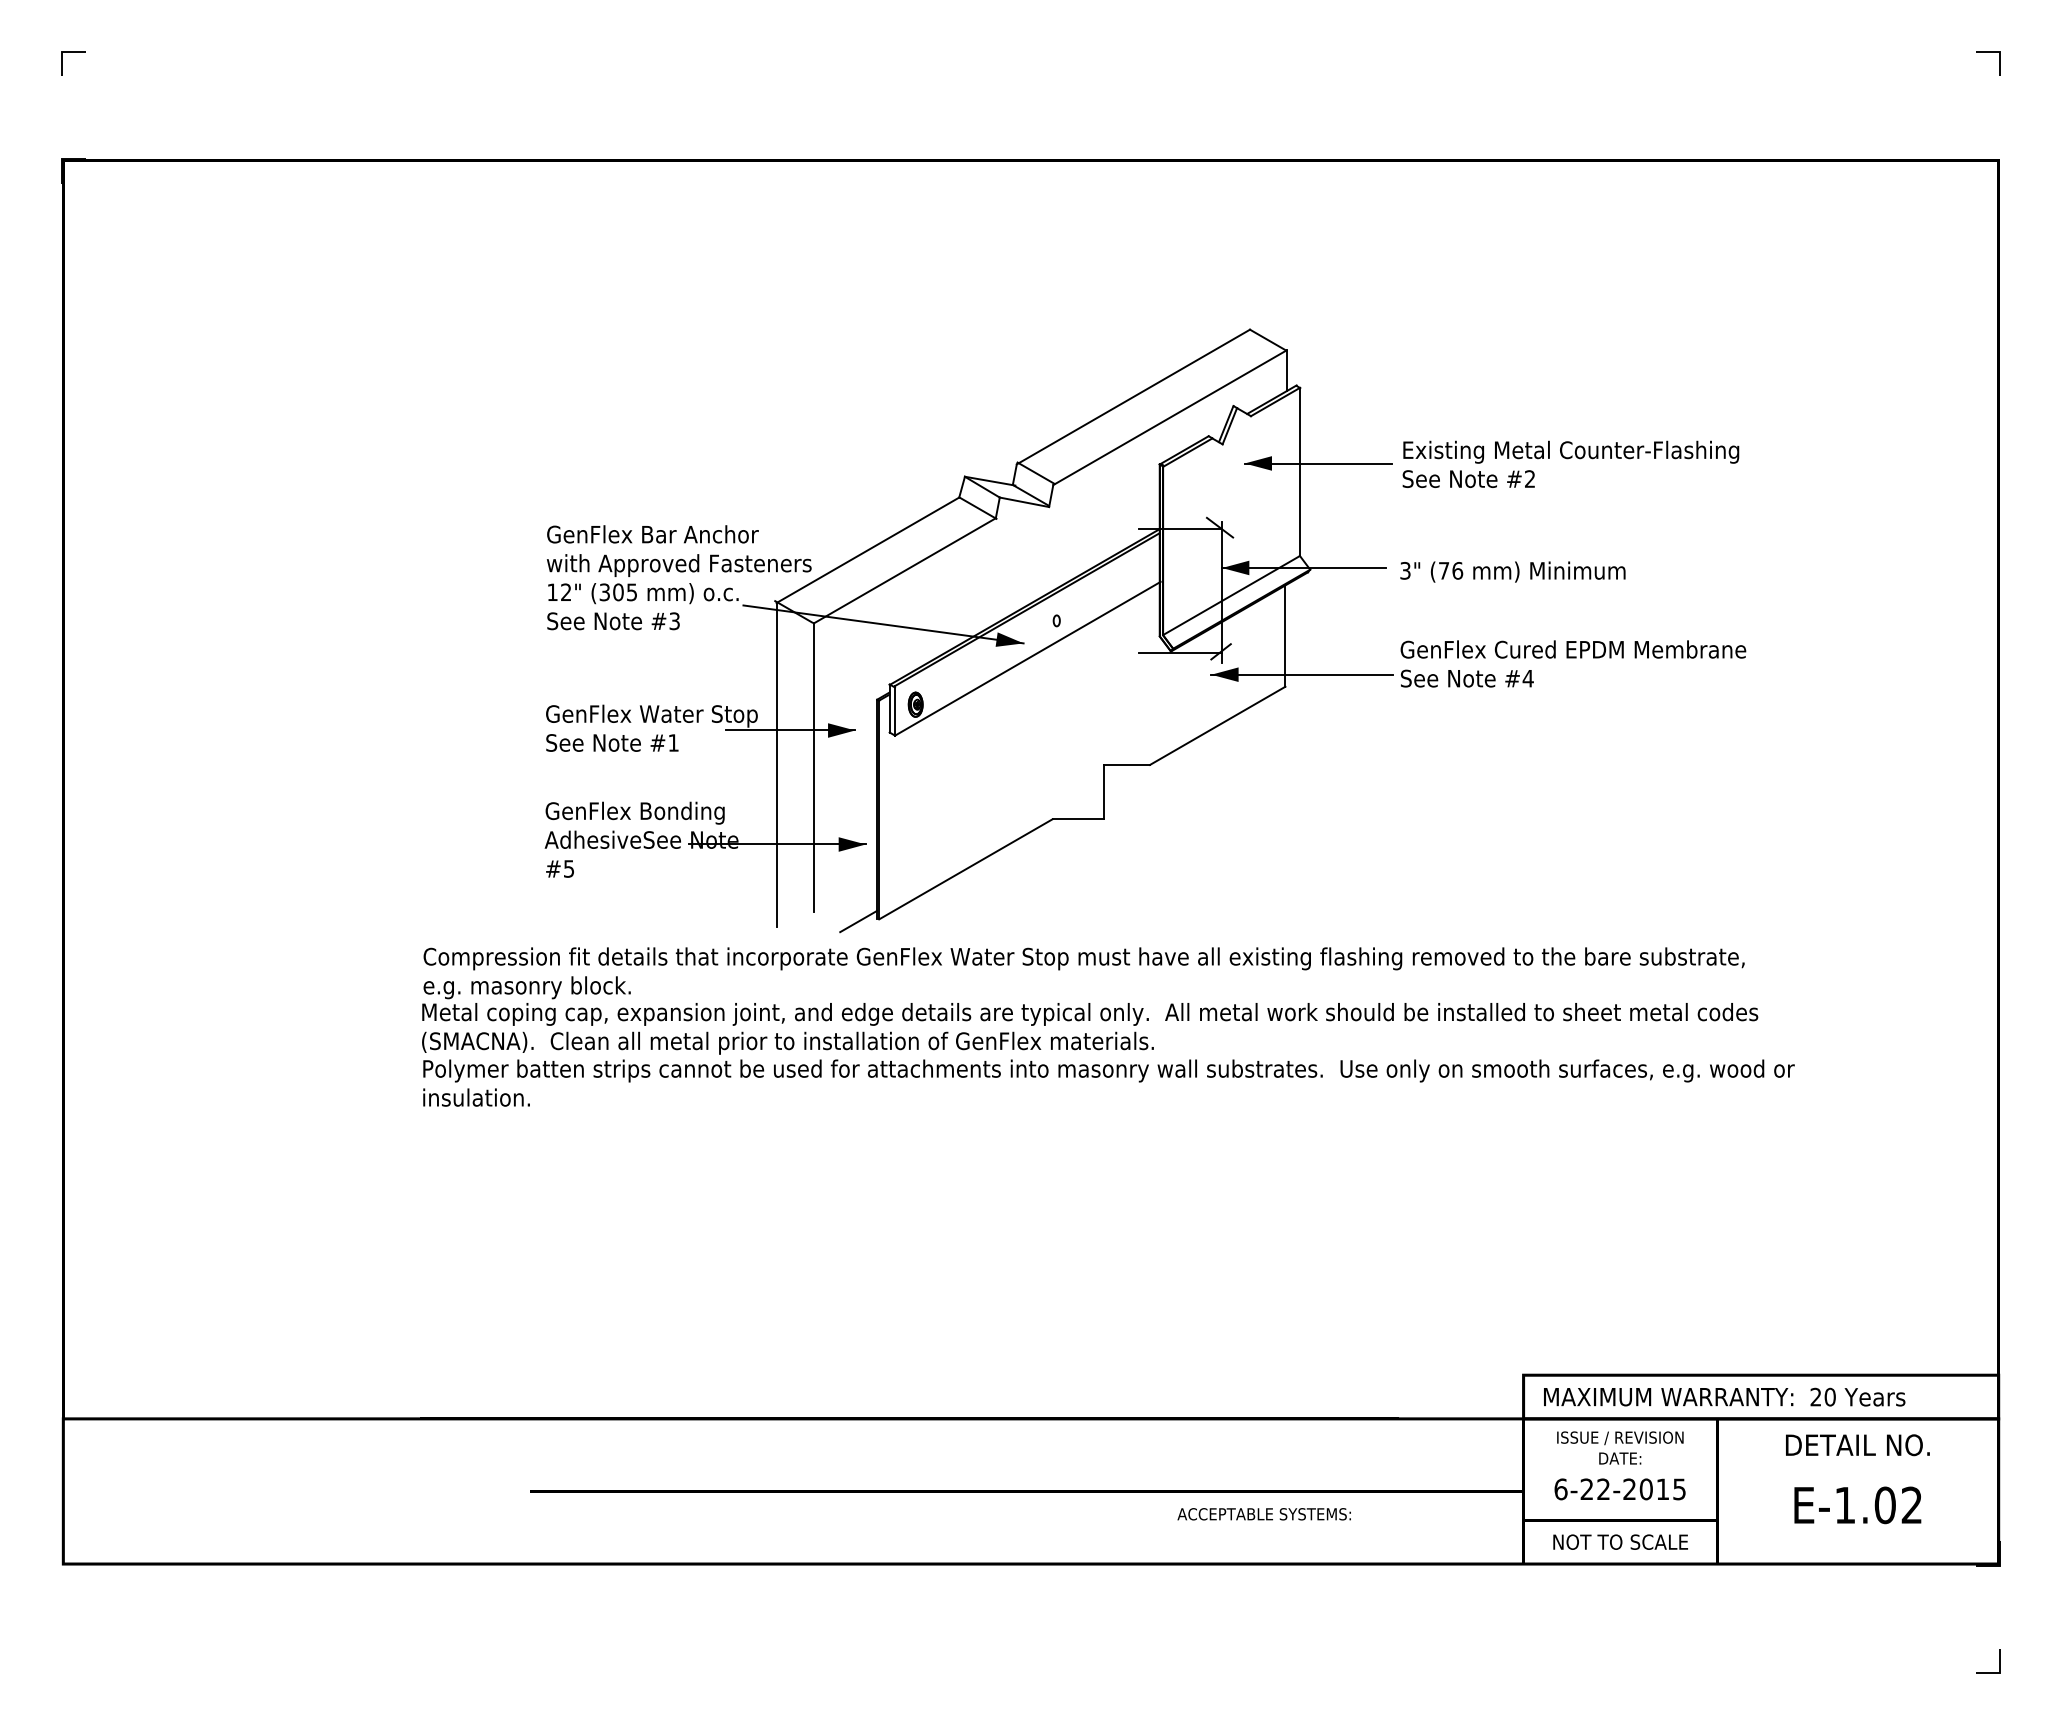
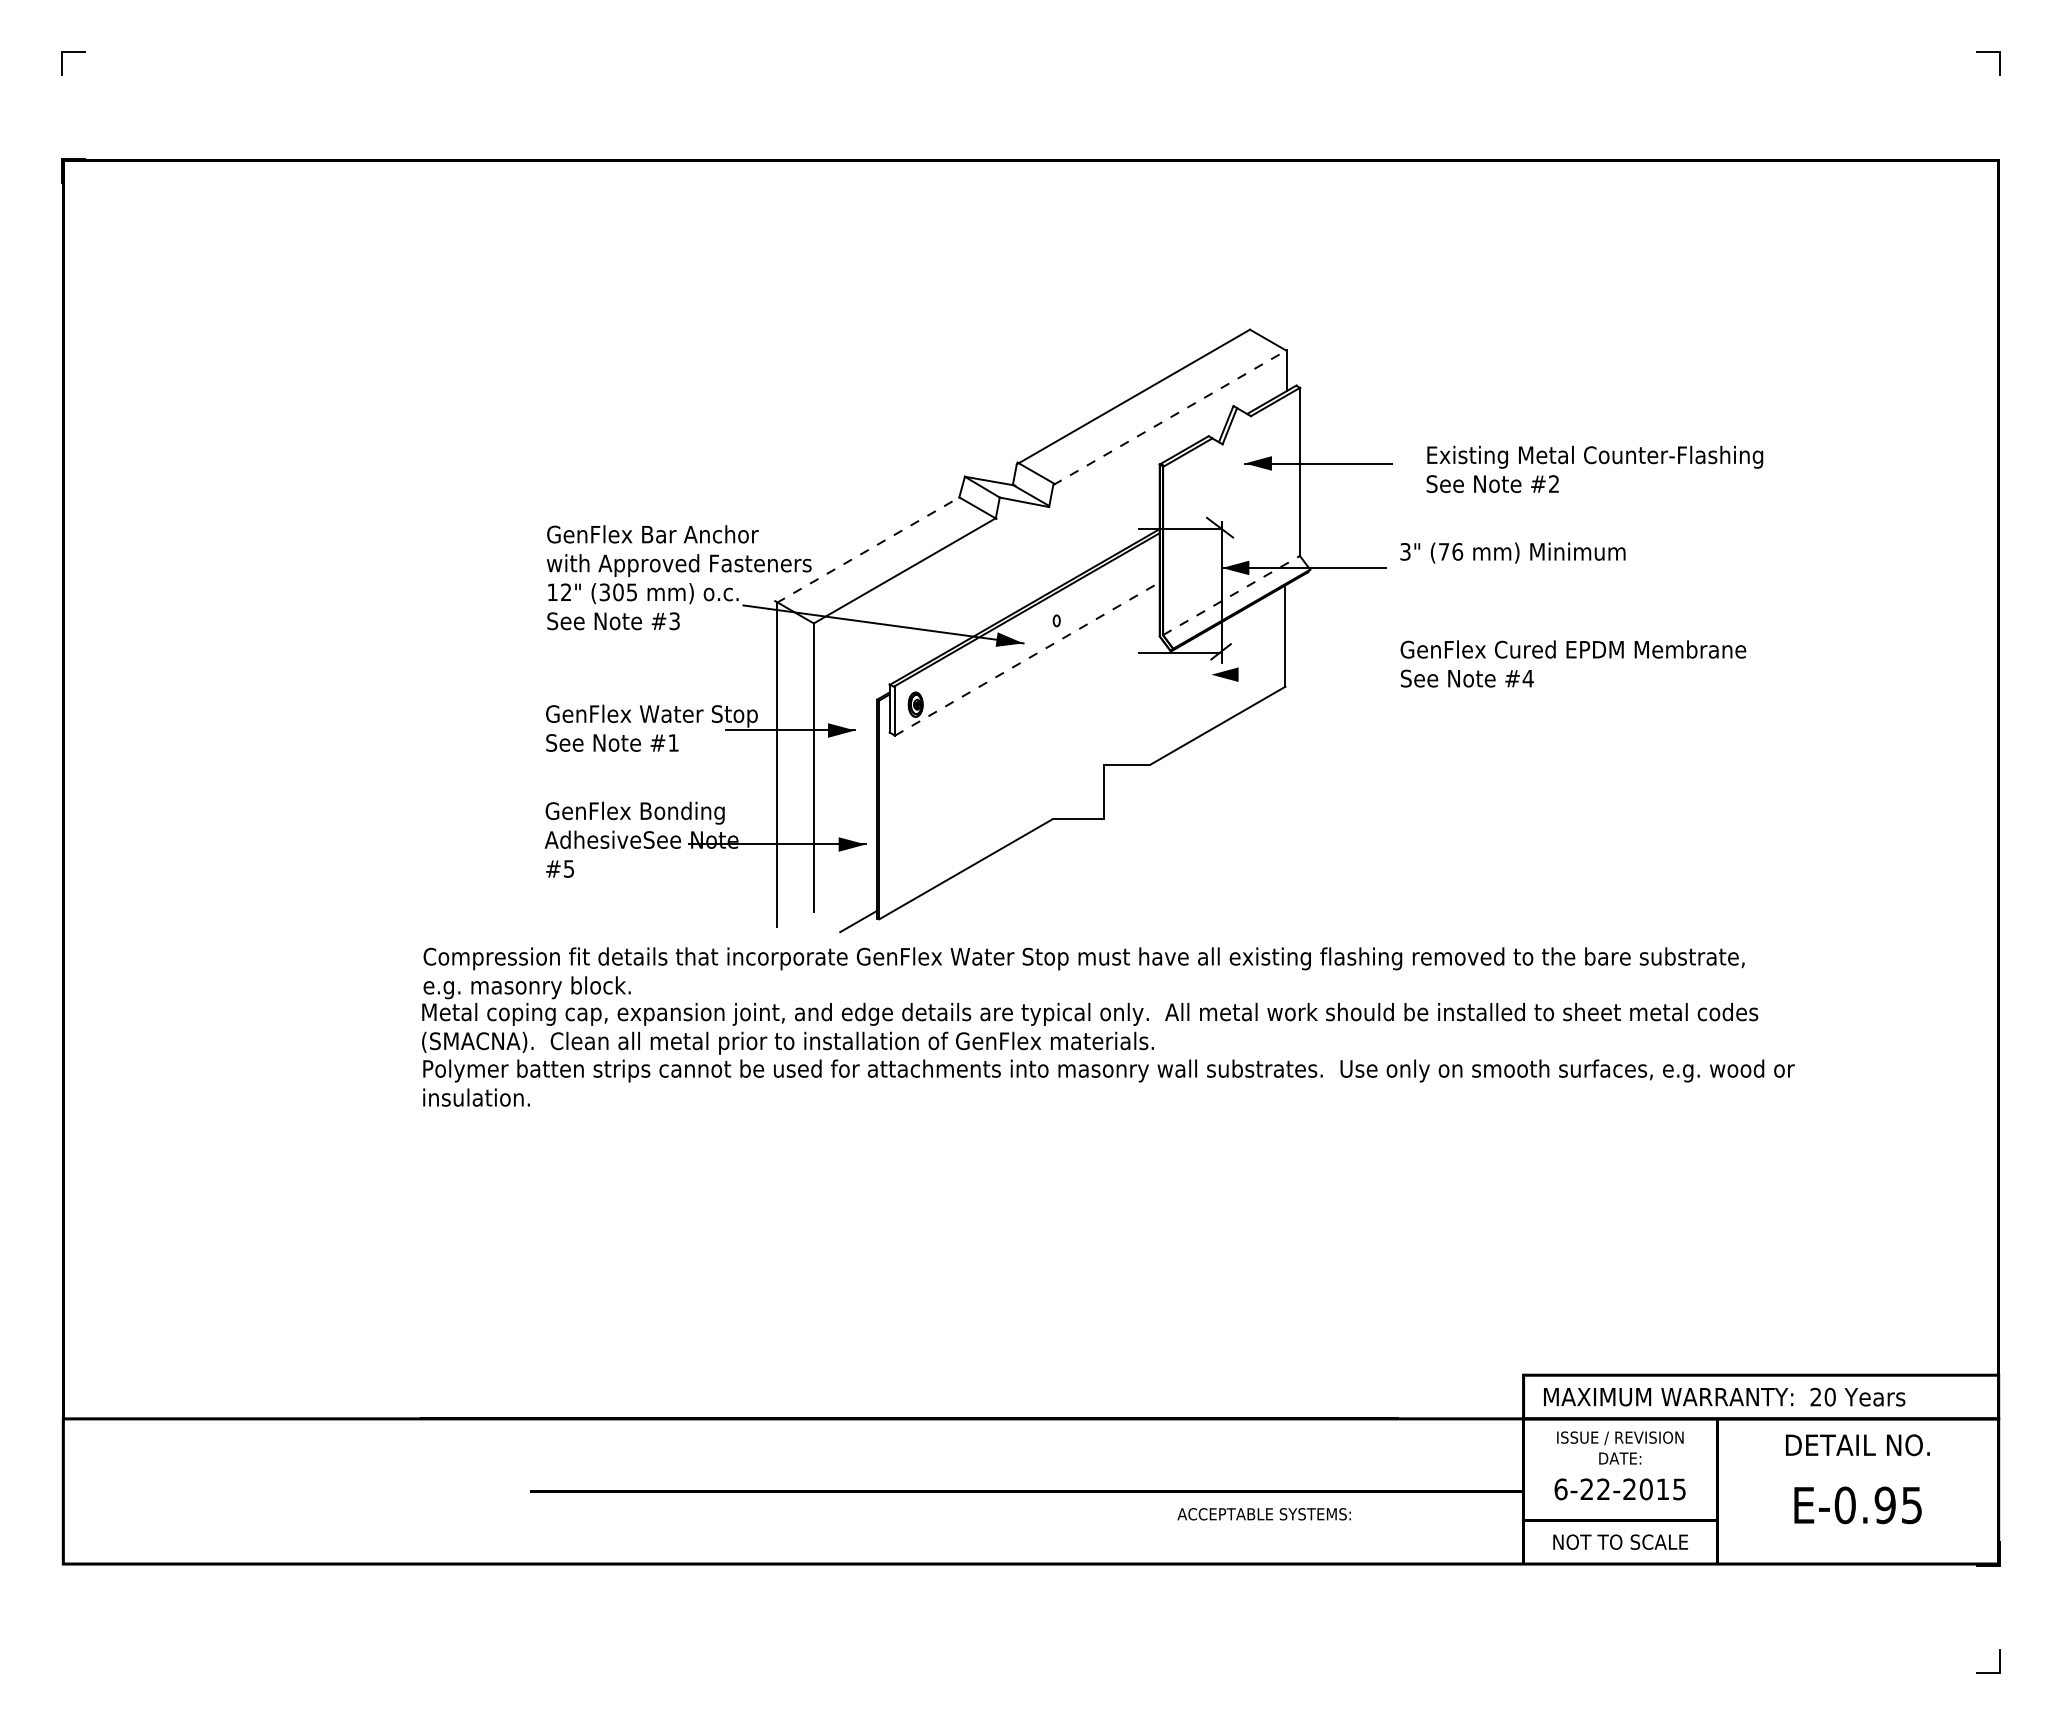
line at (1169, 417): solid -> dashed
text at (1570, 463) position: (1570, 463) -> (1594, 468)
line at (868, 550): solid -> dashed
text at (1512, 571) position: (1512, 571) -> (1512, 552)
line at (1231, 595): solid -> dashed
line at (1027, 658): solid -> dashed
line at (1301, 674): present -> none
text at (1877, 1505): E-1.02 -> E-0.95
